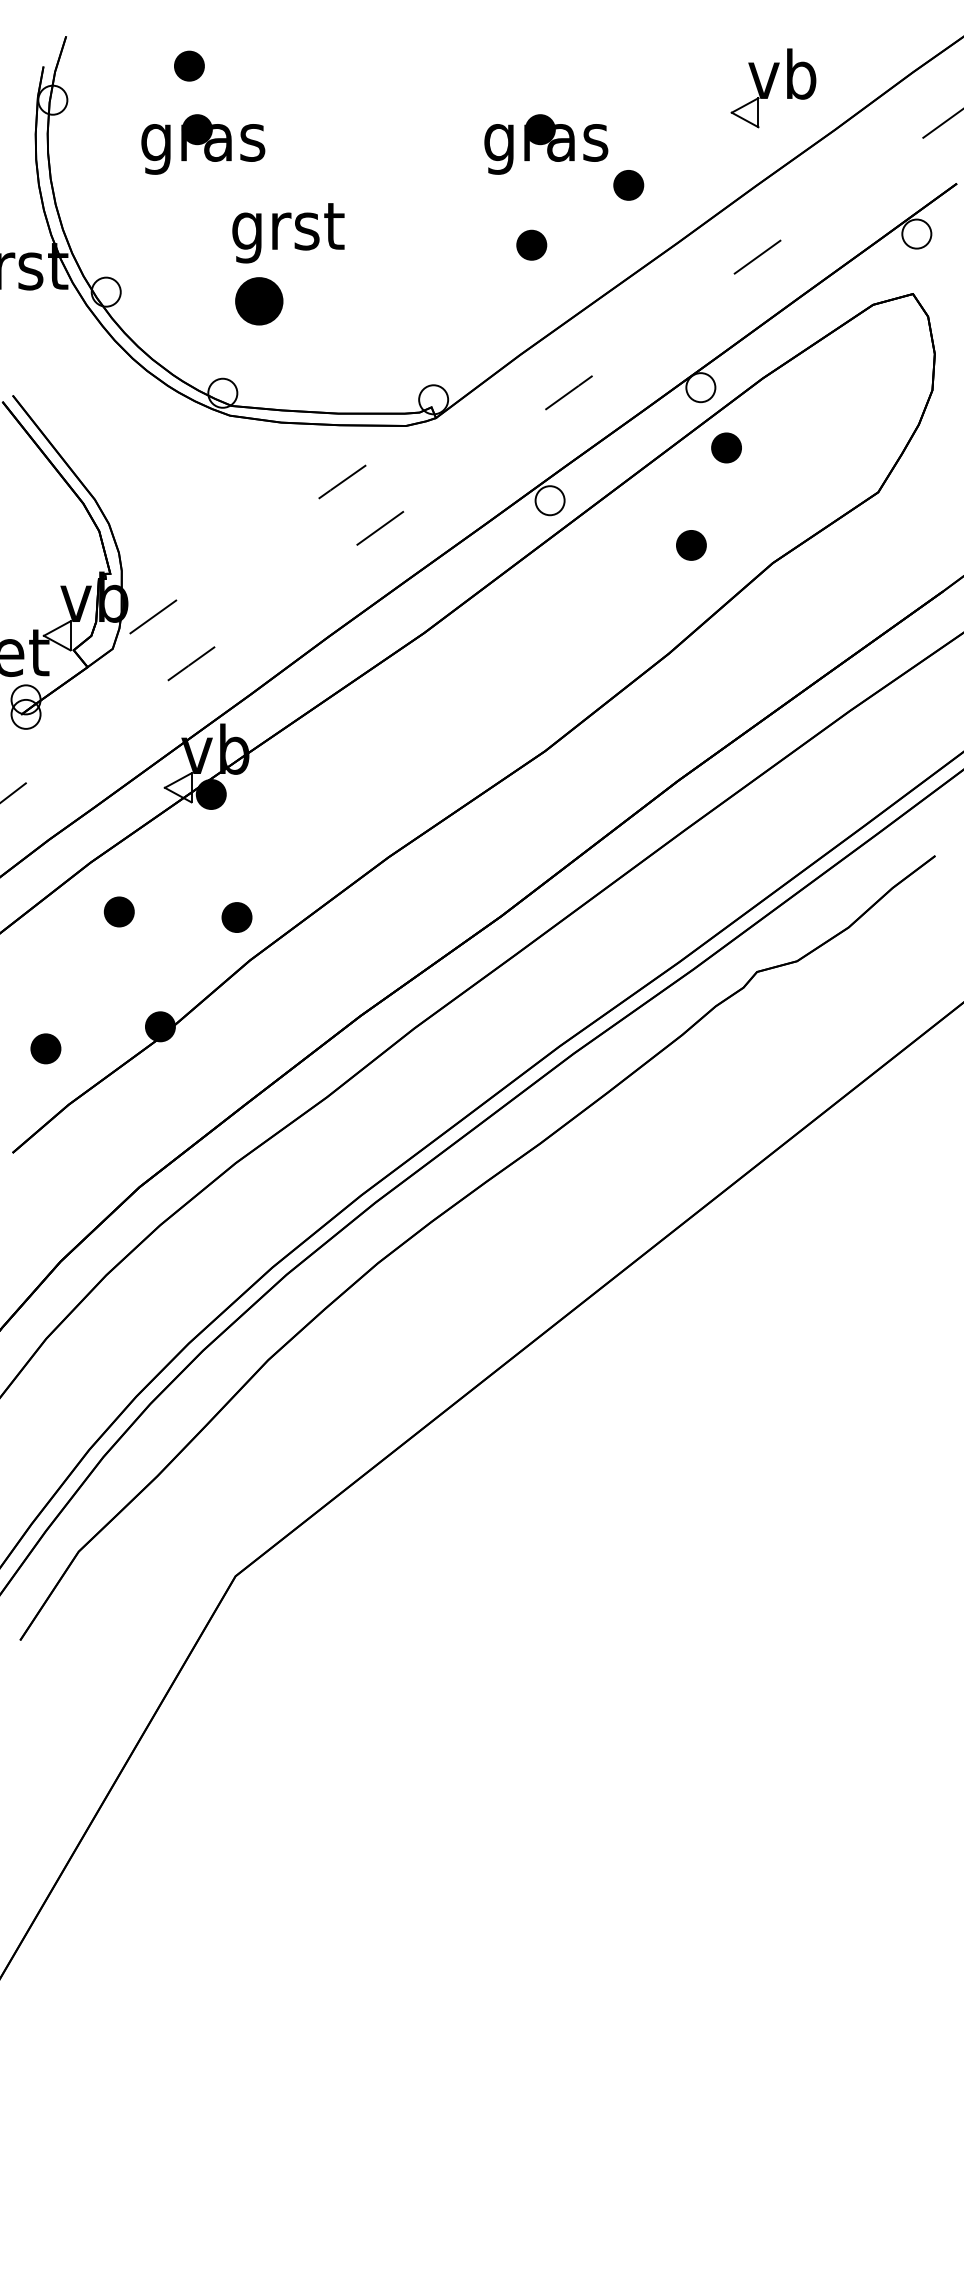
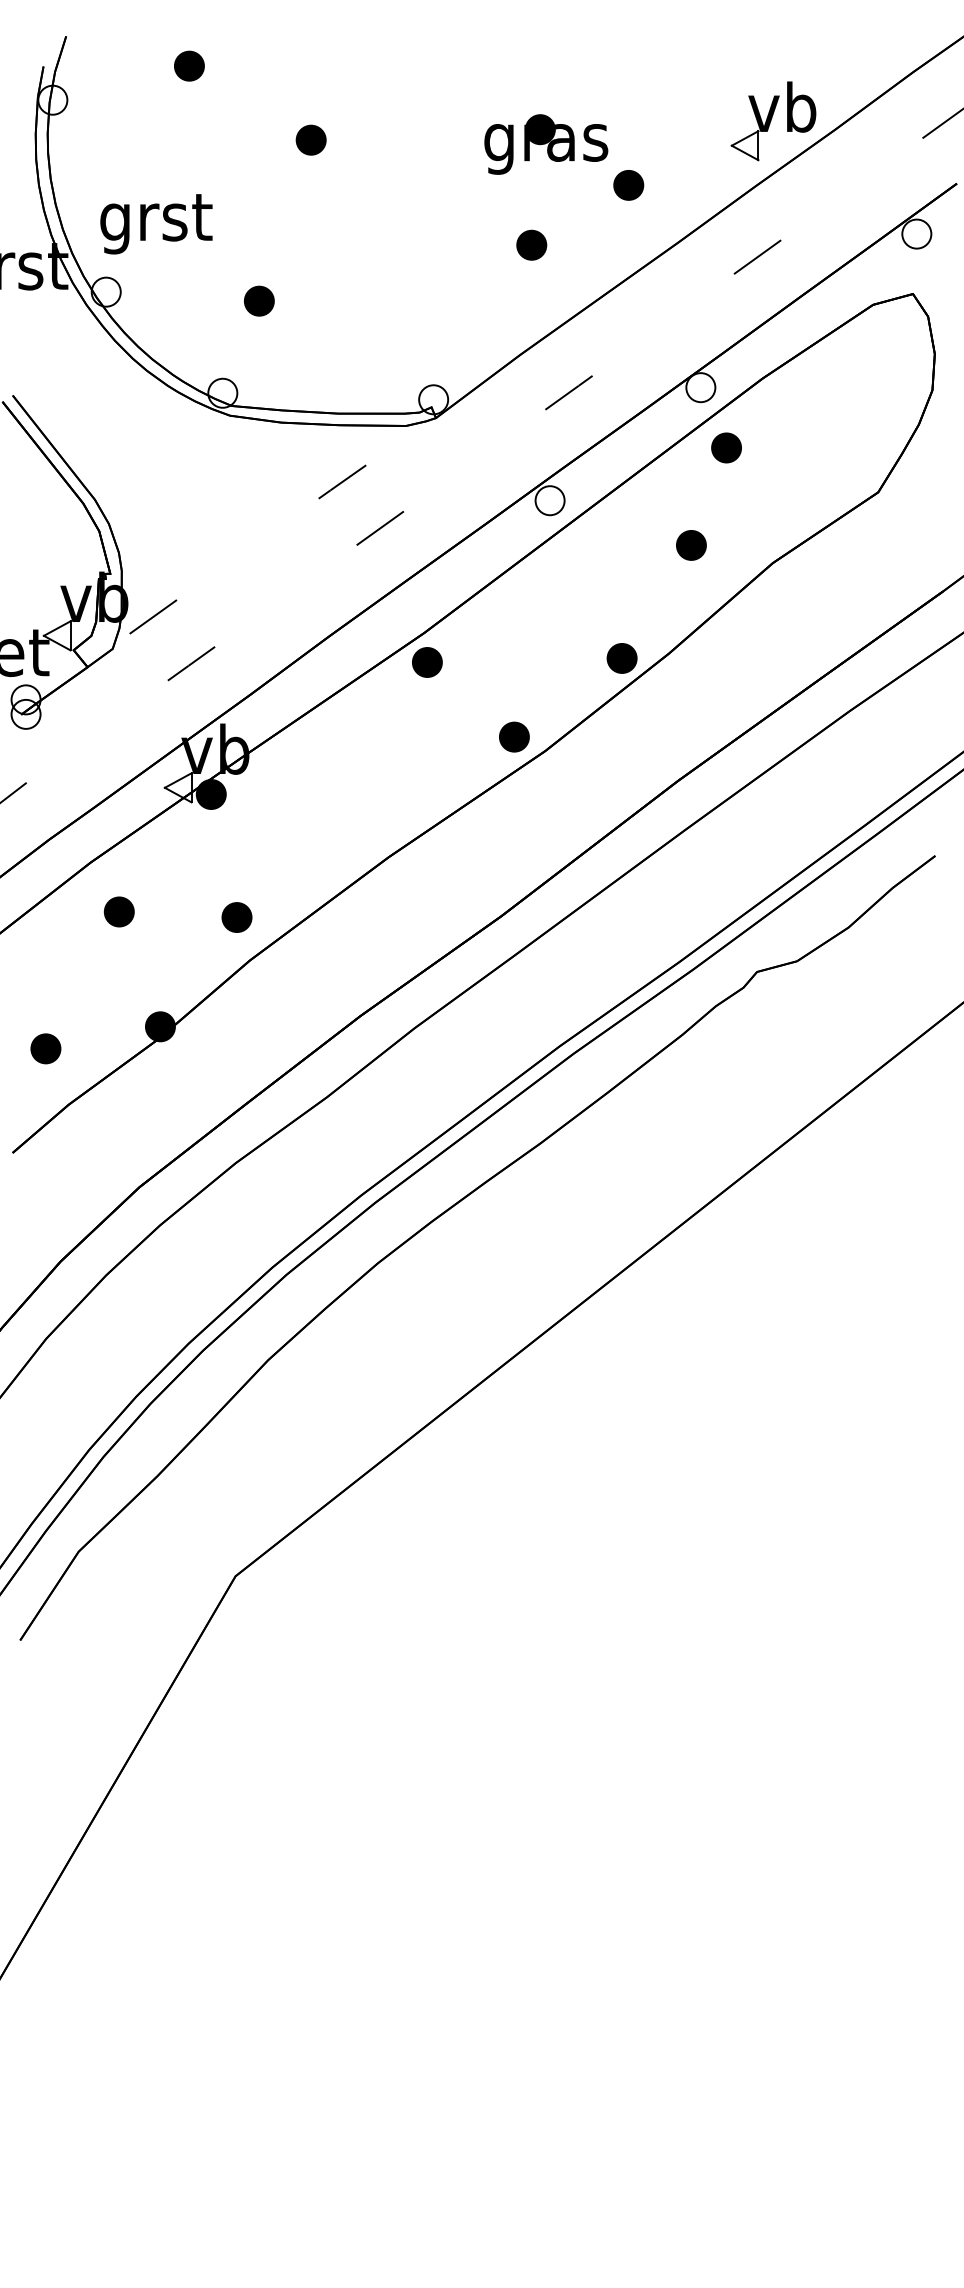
part at (773, 88) position: (773, 88) -> (773, 121)
part at (310, 139): none -> present
part at (203, 144): present -> none
text at (288, 233) position: (288, 233) -> (156, 224)
part at (259, 301) size: 49x49 px -> 31x32 px
part at (621, 658): none -> present
part at (427, 662): none -> present
part at (514, 736): none -> present
